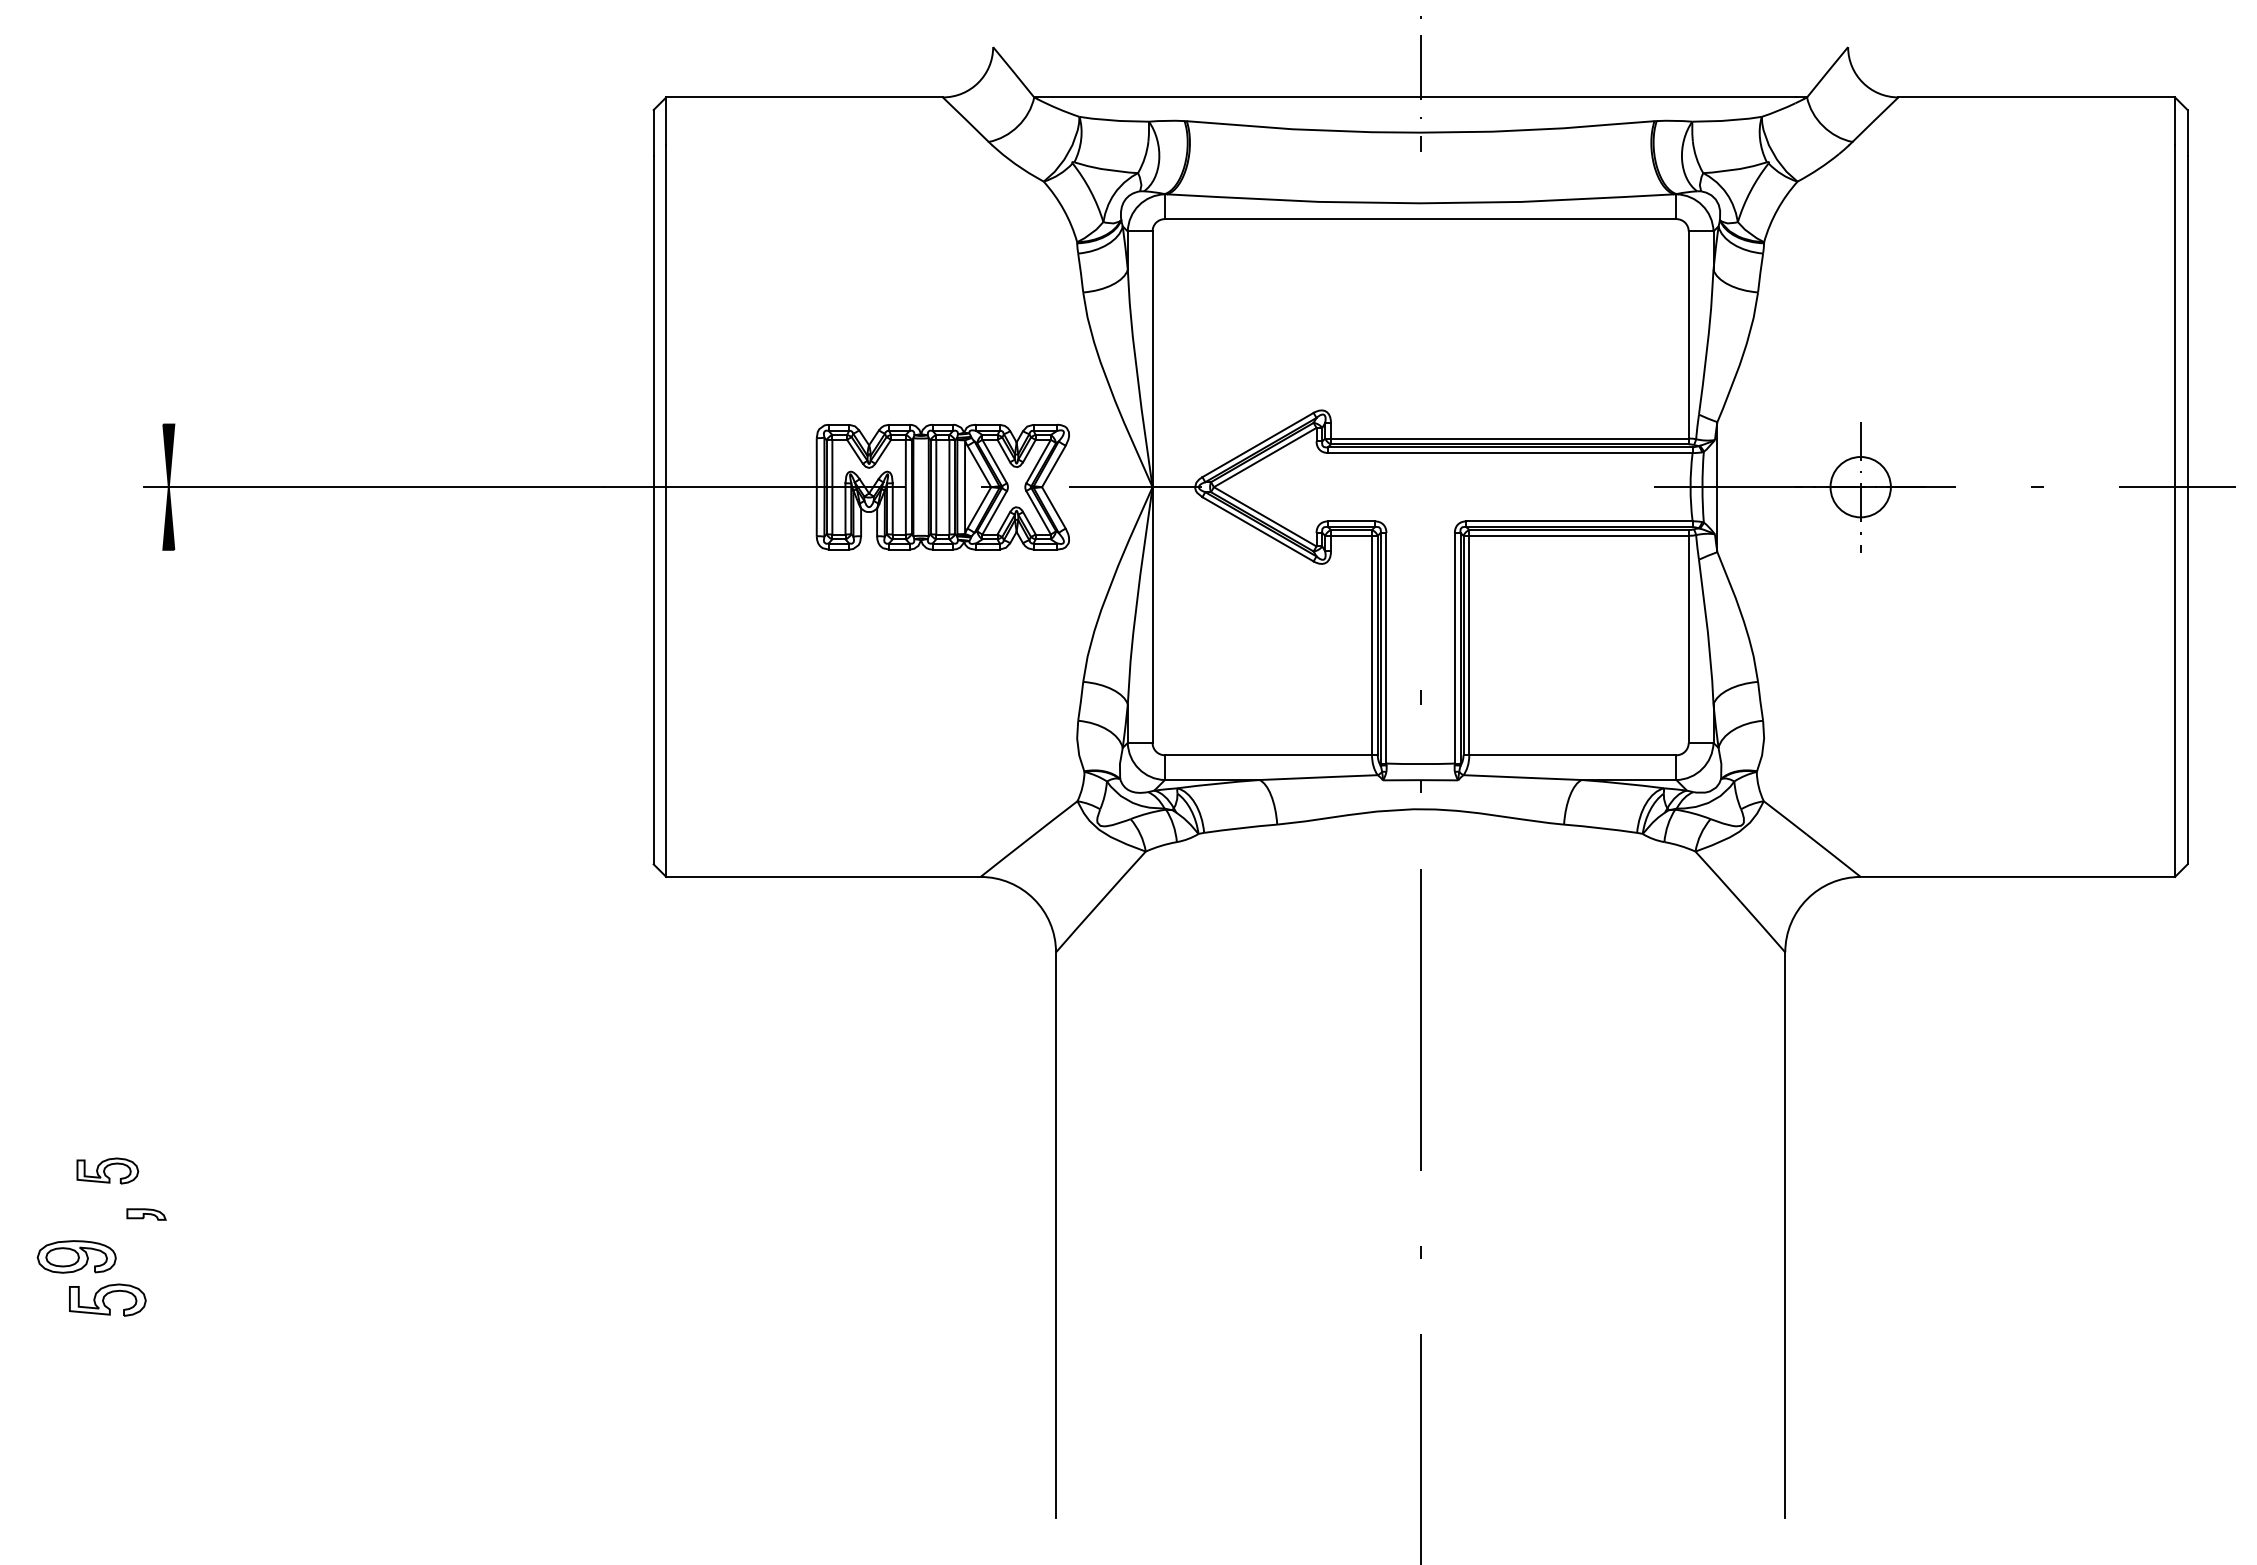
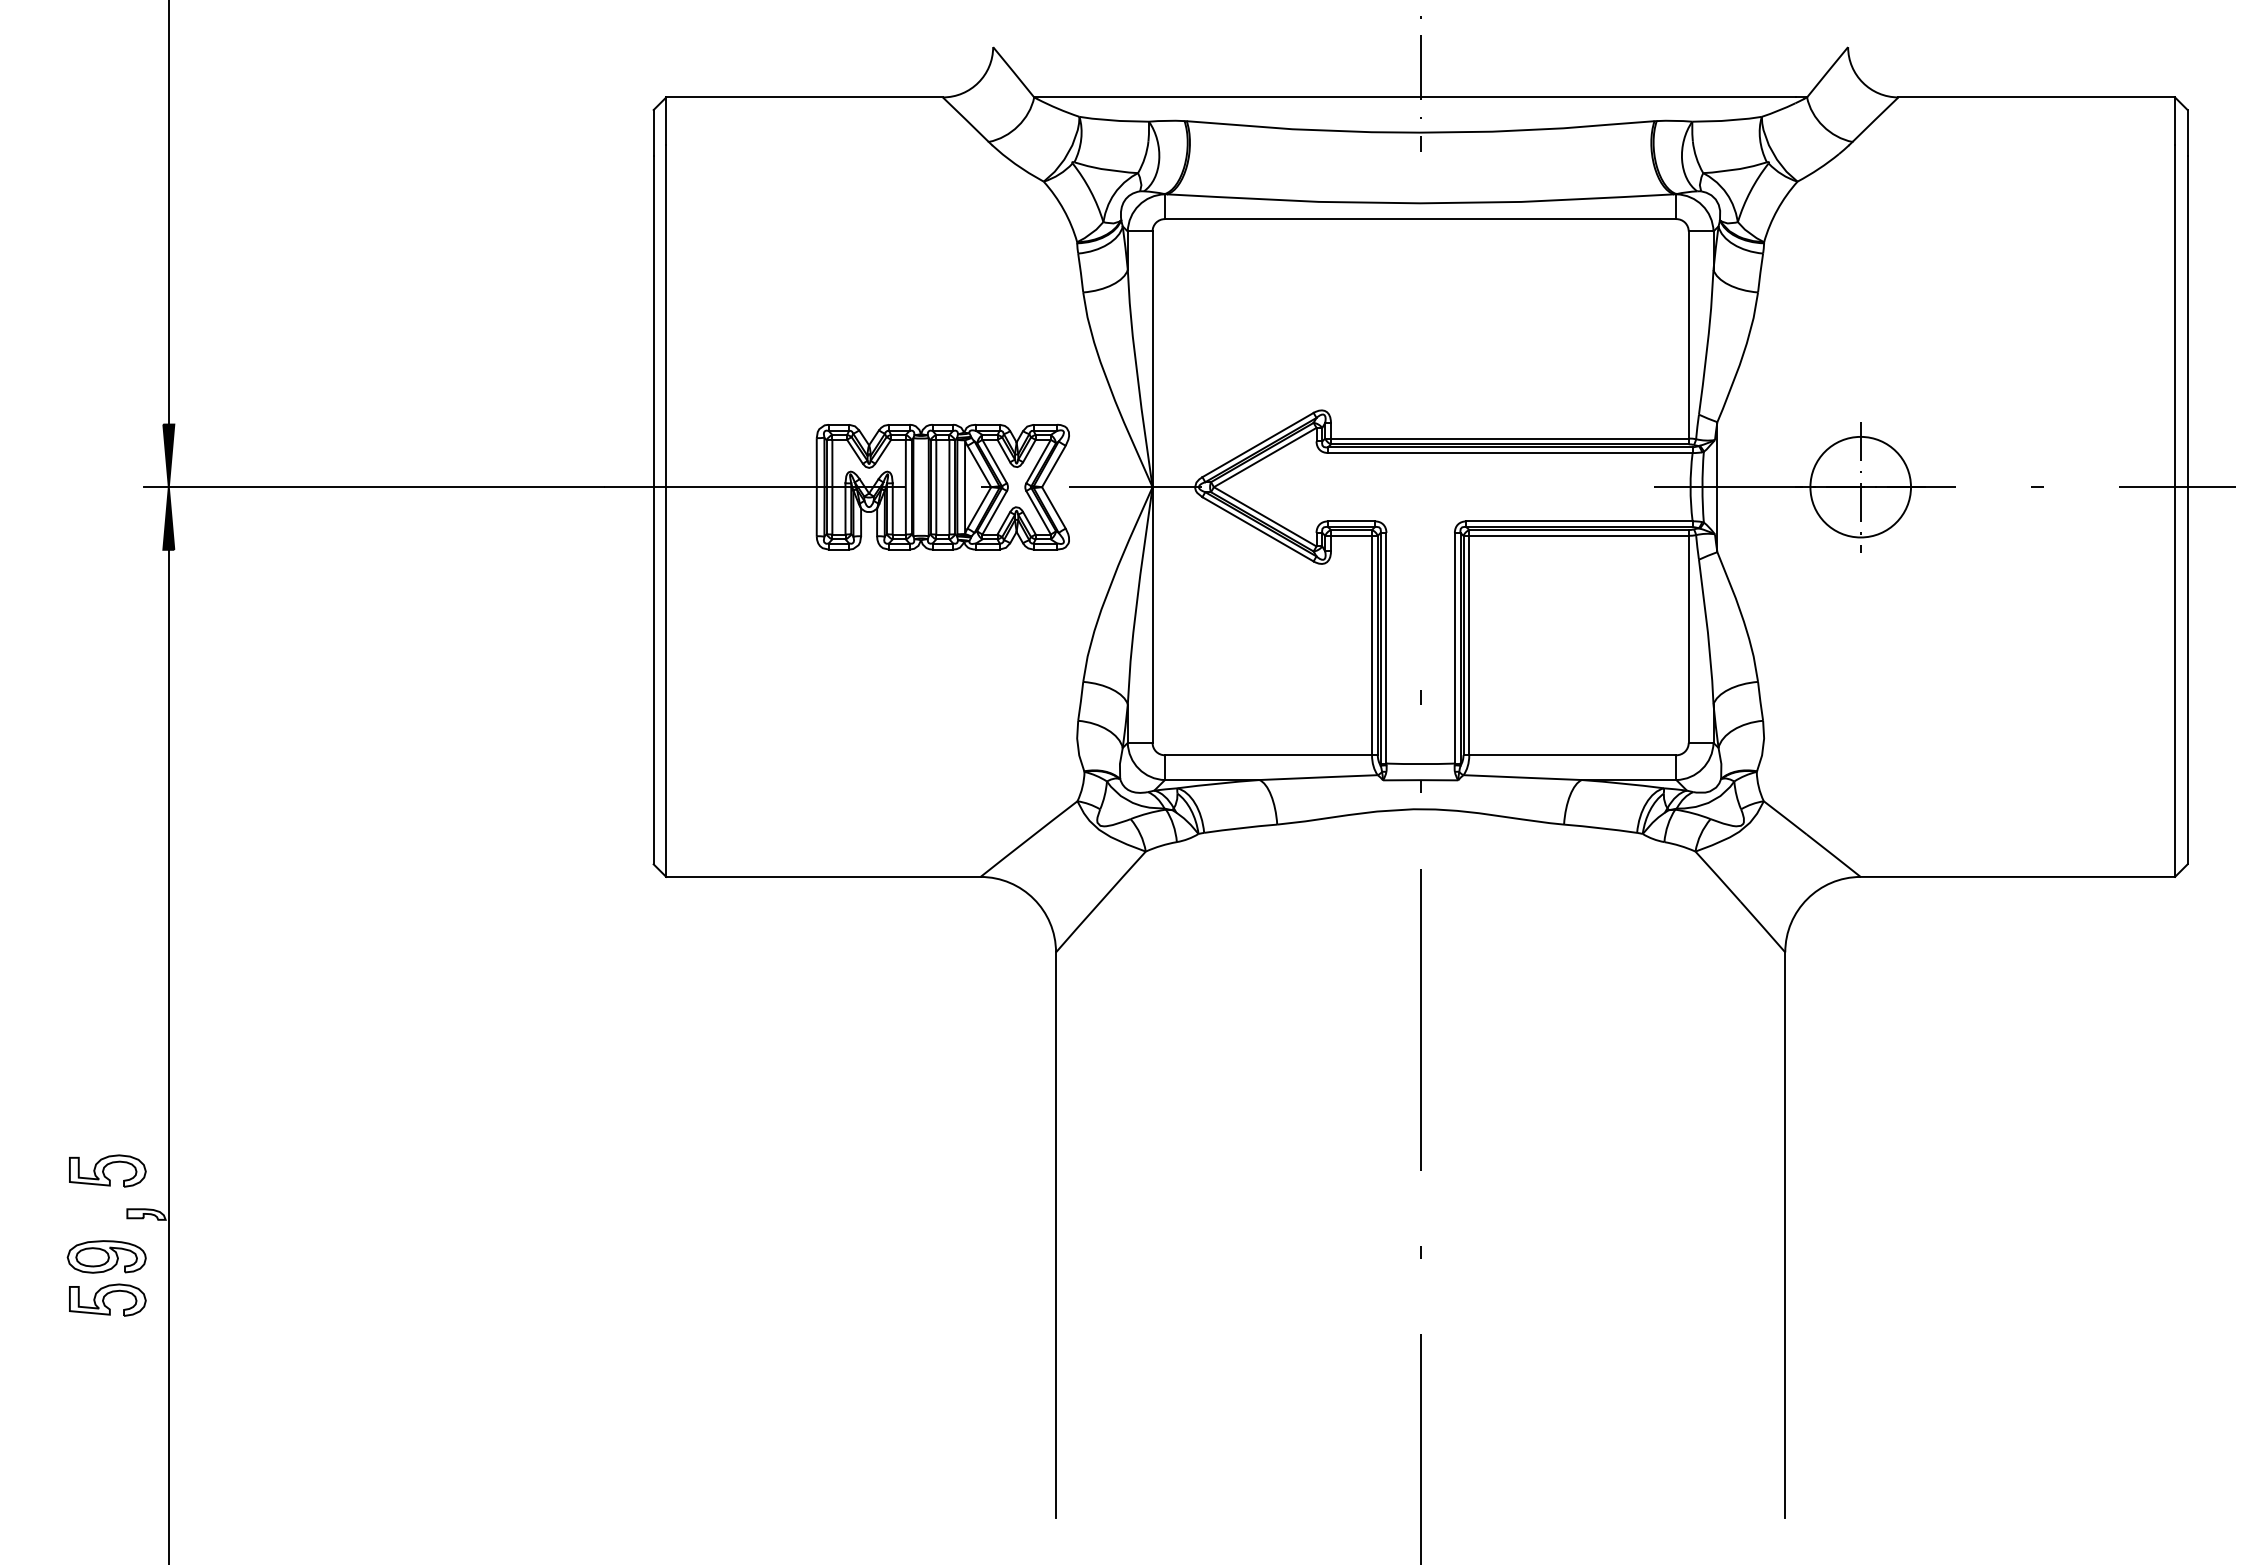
line at (168, 213): none -> present
circle at (1860, 487) diameter: 60 px -> 101 px
line at (168, 1055): none -> present
part at (107, 1170) size: 64x28 px -> 78x34 px
part at (76, 1256) position: (76, 1256) -> (106, 1256)
